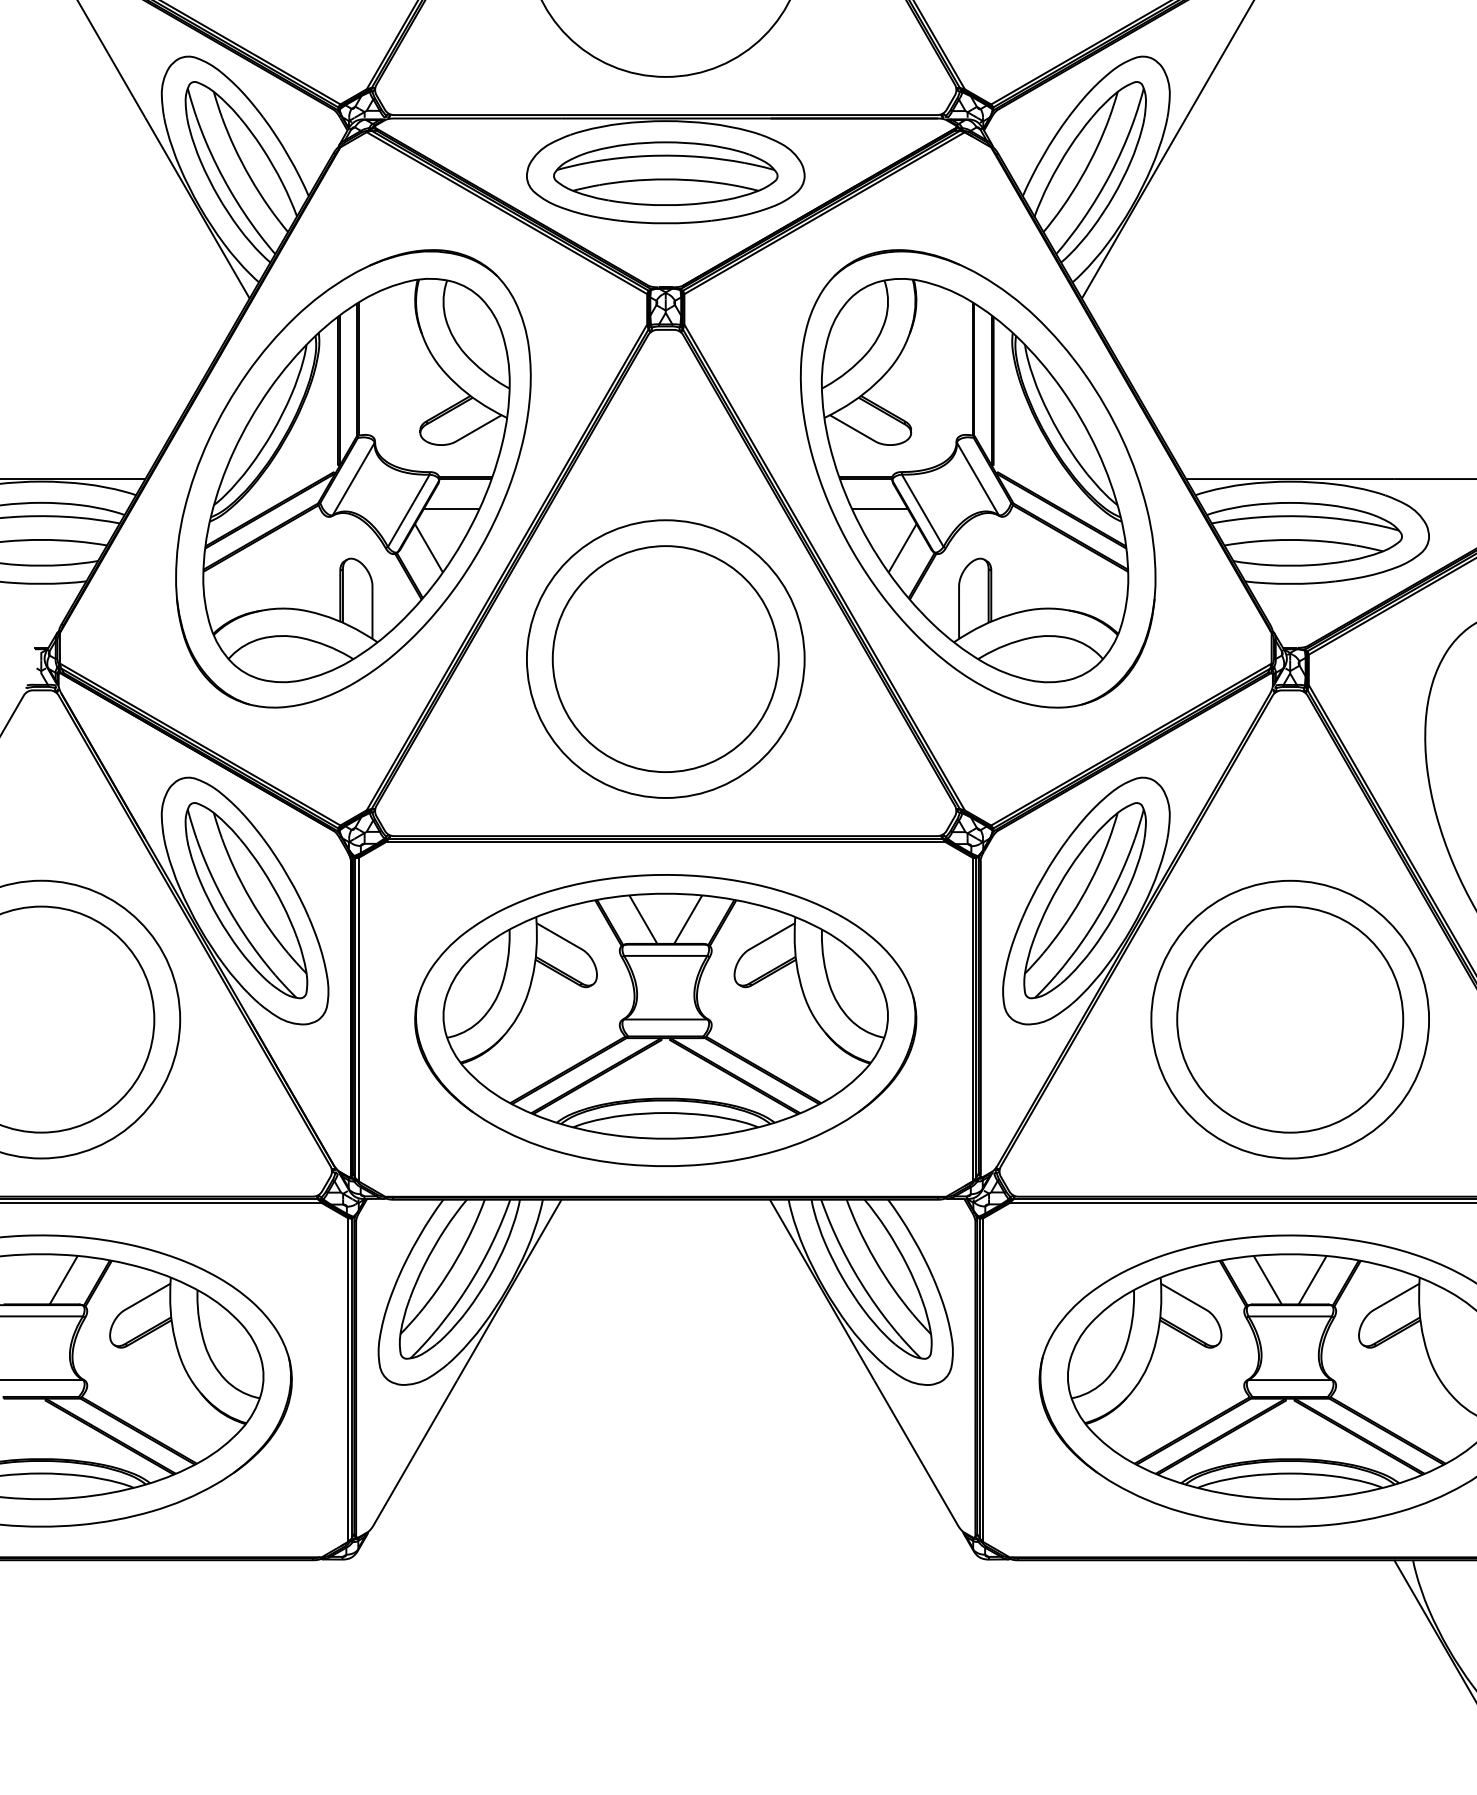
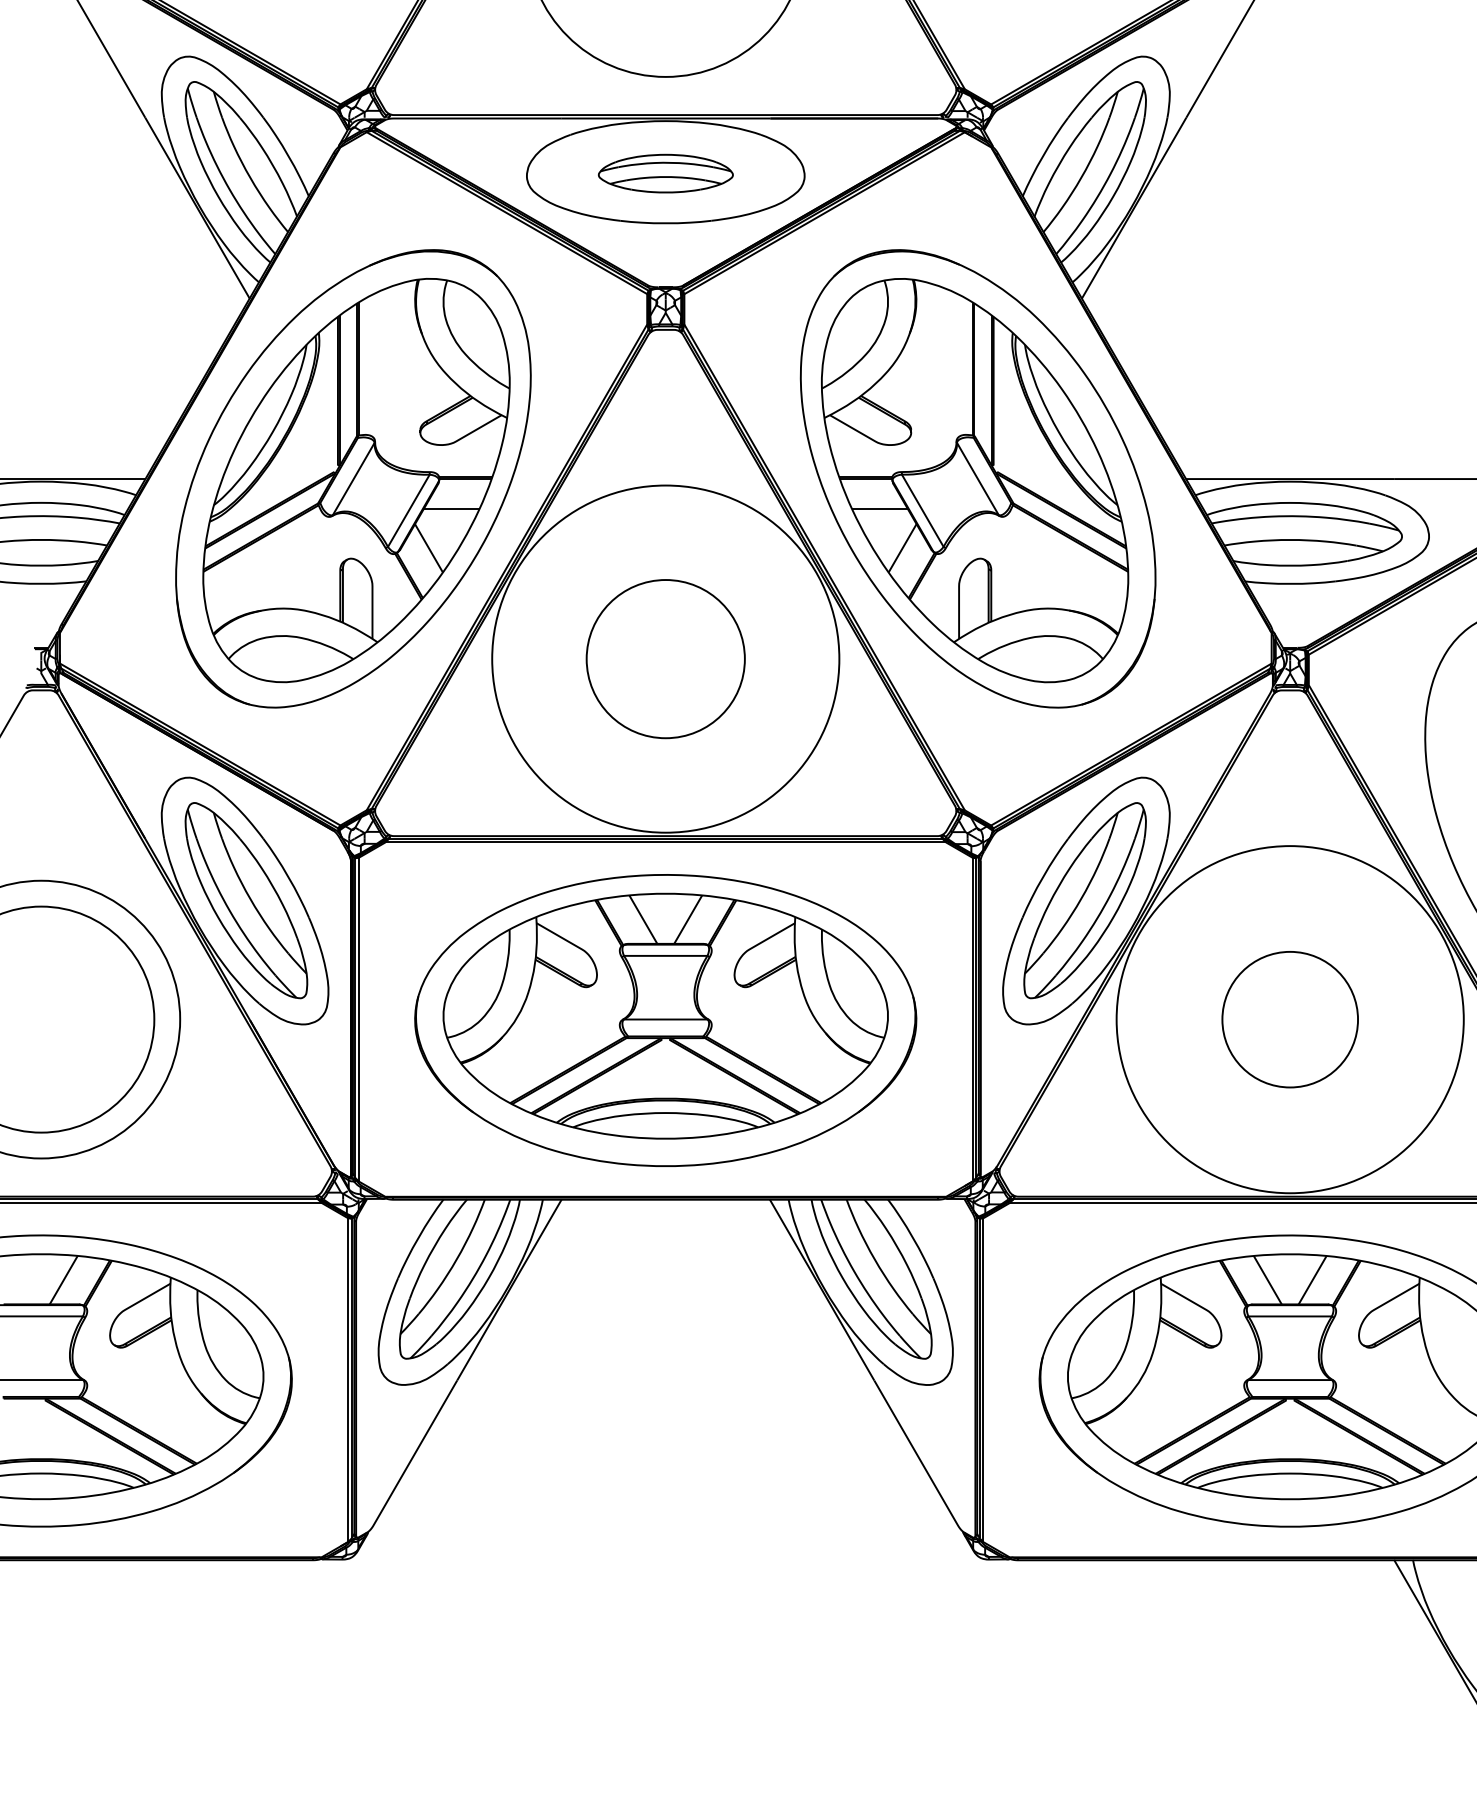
part at (665, 173) size: 226x65 px -> 136x41 px
circle at (665, 658) diameter: 278 px -> 347 px
circle at (665, 659) diameter: 226 px -> 158 px
circle at (1290, 1019) diameter: 226 px -> 136 px
circle at (1290, 1019) diameter: 278 px -> 347 px
